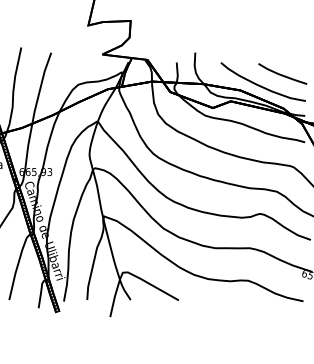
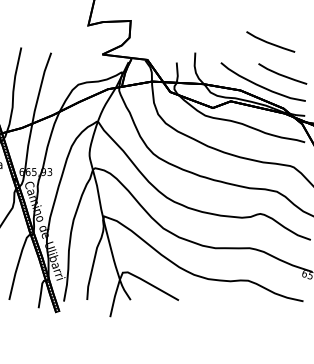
line at (270, 42): none -> present
